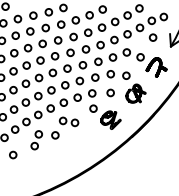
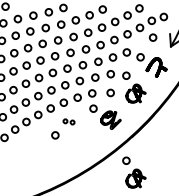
part at (68, 121) size: 22x12 px -> 14x8 px
part at (36, 140): present -> none
circle at (13, 154): present -> none
part at (134, 172): none -> present
